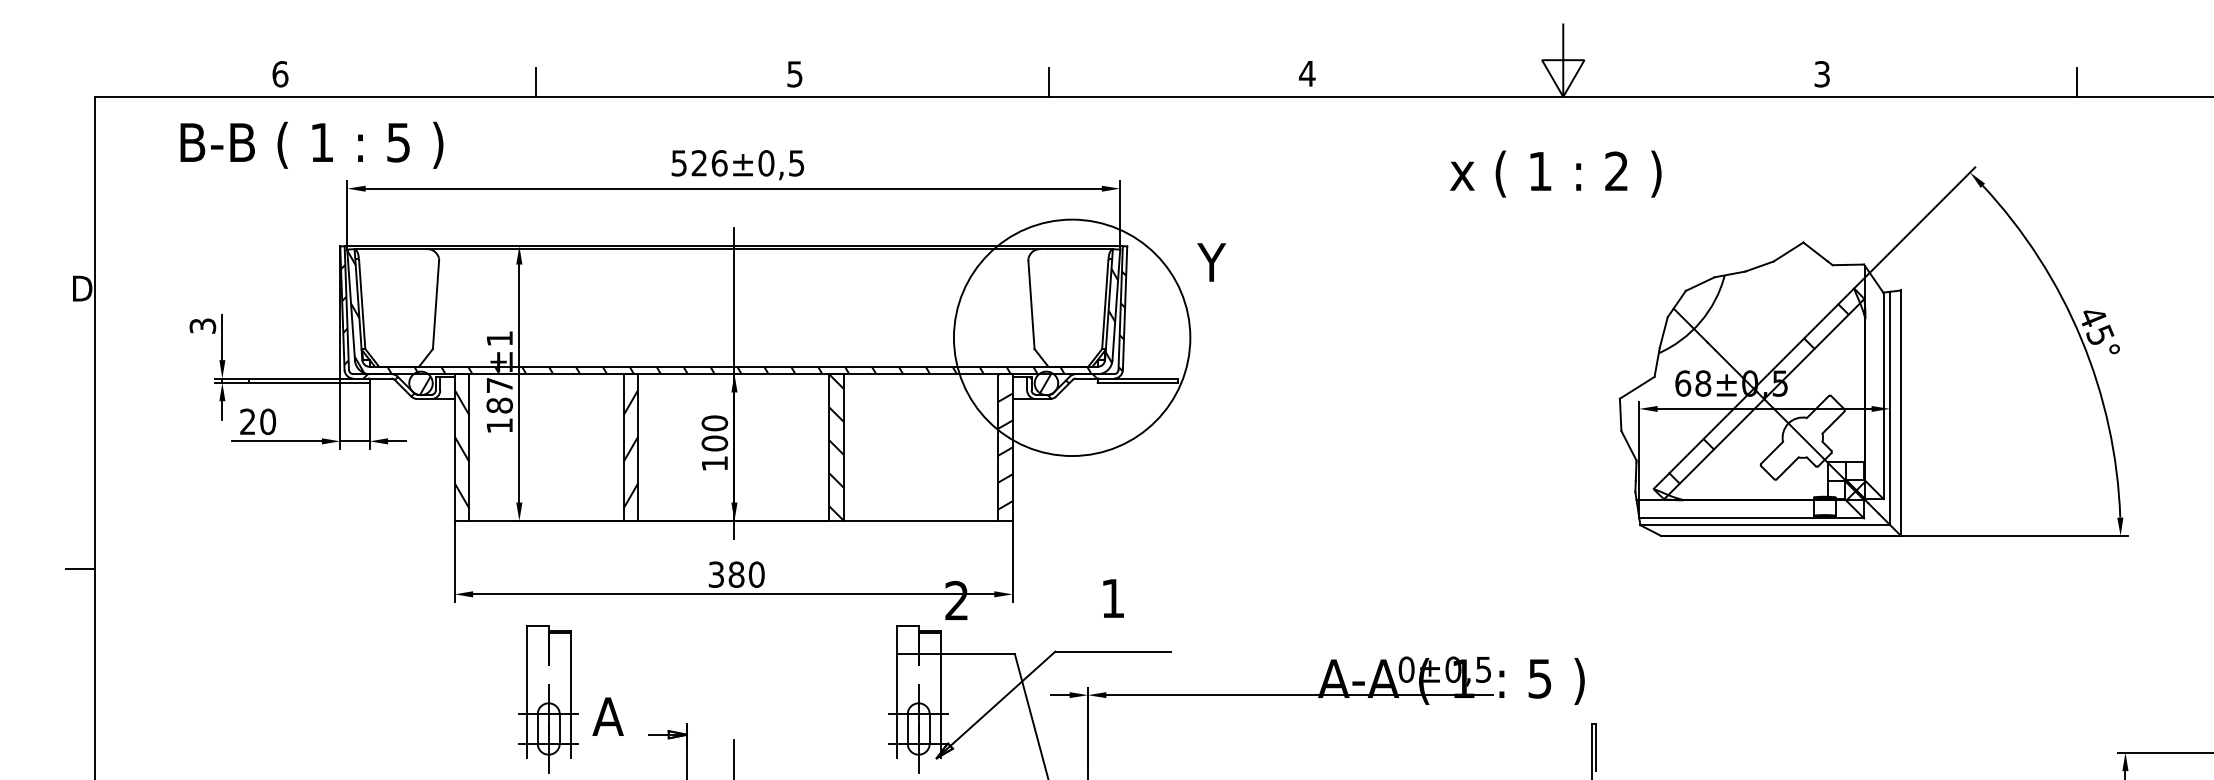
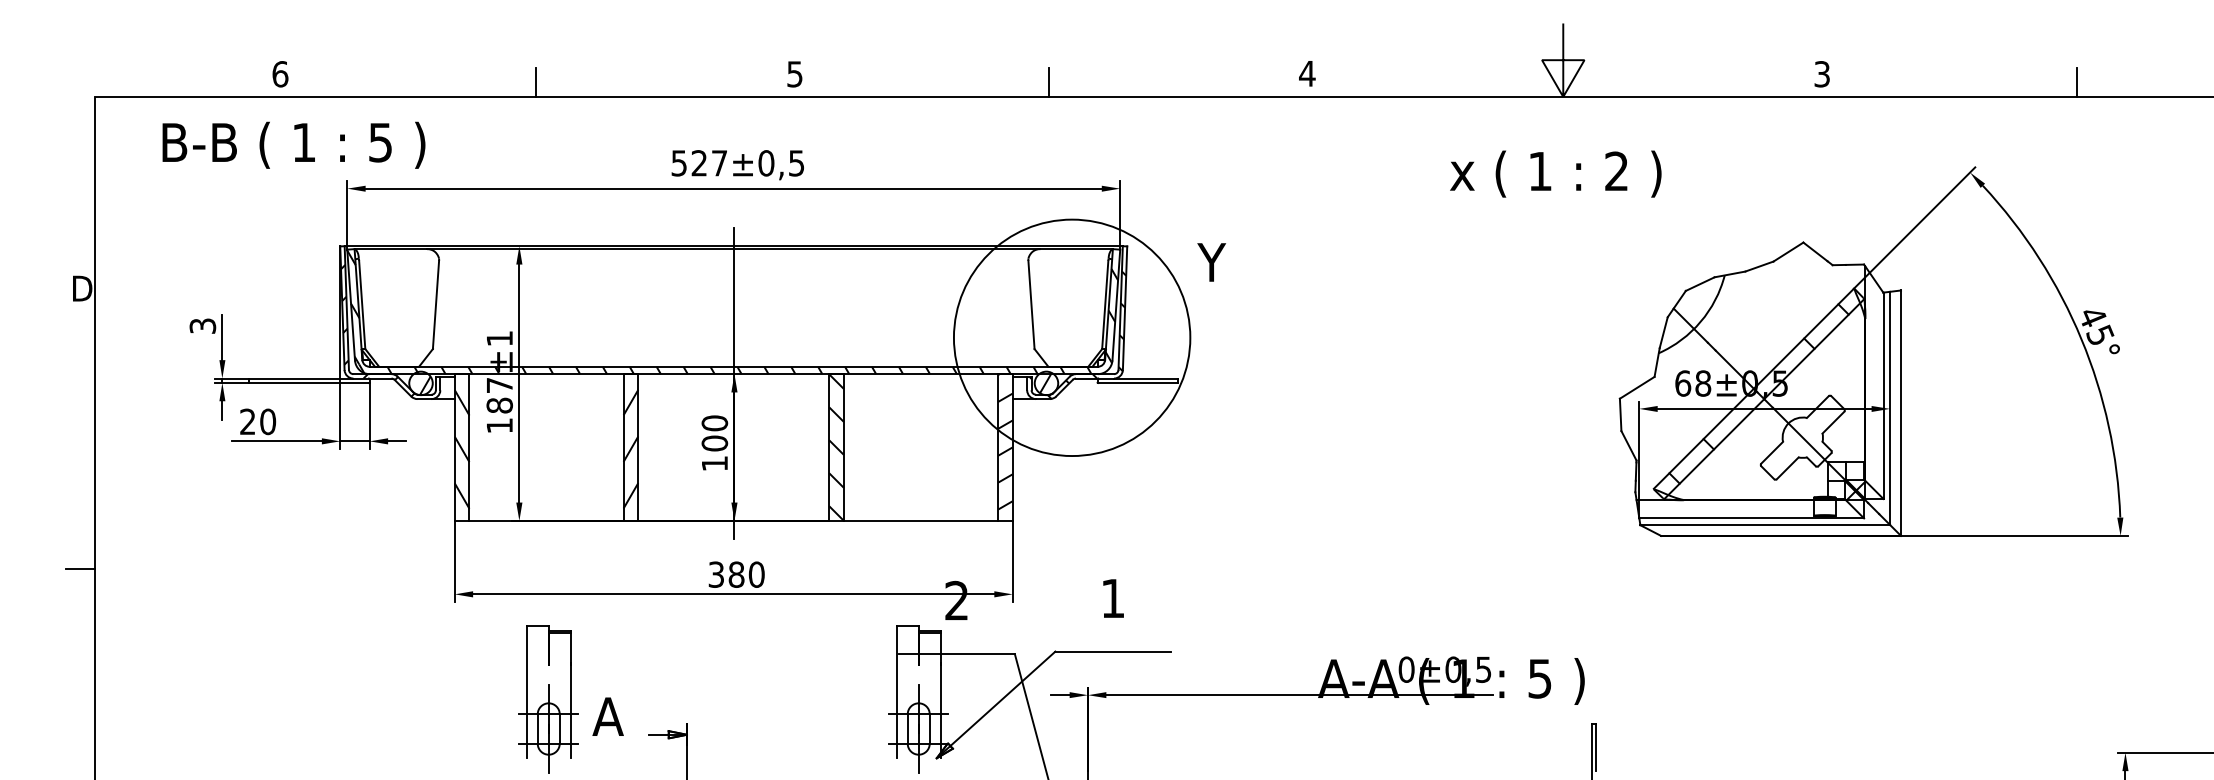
text at (311, 144) position: (311, 144) -> (293, 144)
text at (719, 163): 526 -> 527
line at (733, 757): present -> none
